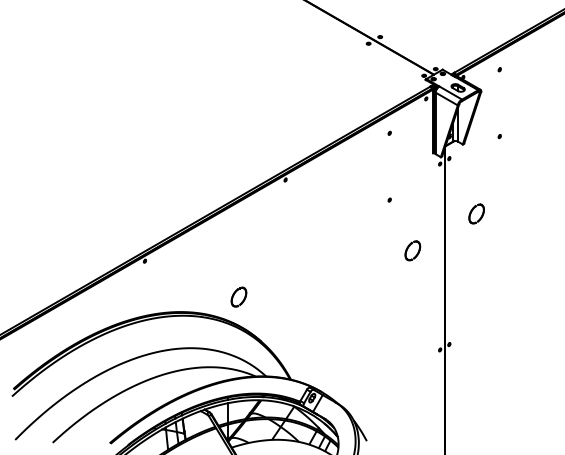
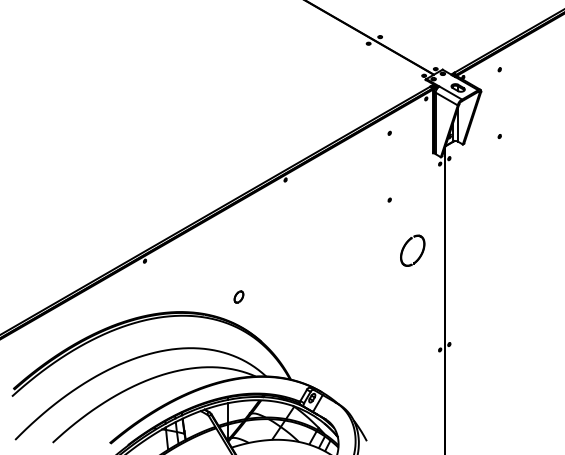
part at (476, 213): present -> none
part at (412, 250) size: 18x22 px -> 26x33 px
part at (238, 296) size: 18x22 px -> 12x14 px
